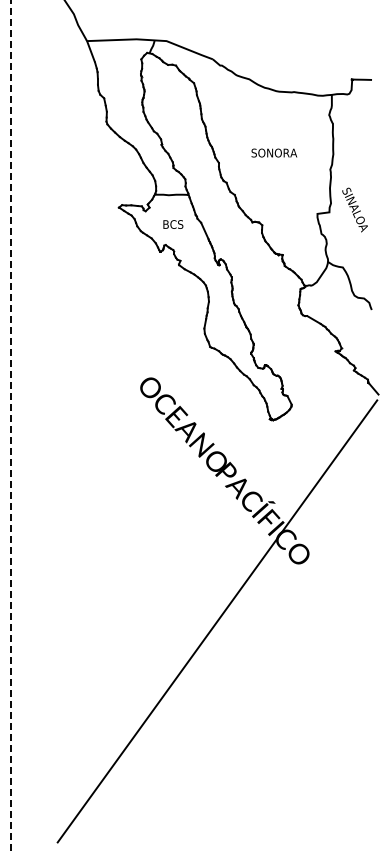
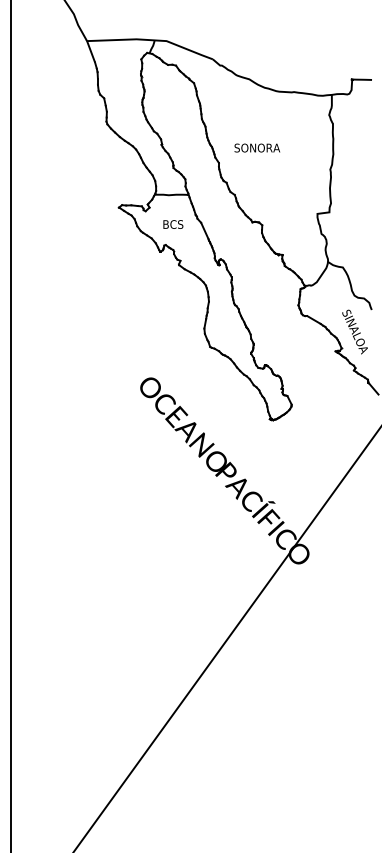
text at (274, 152) position: (274, 152) -> (257, 147)
text at (354, 209) position: (354, 209) -> (354, 331)
line at (11, 426): dashed -> solid
line at (217, 621) position: (217, 621) -> (226, 639)
